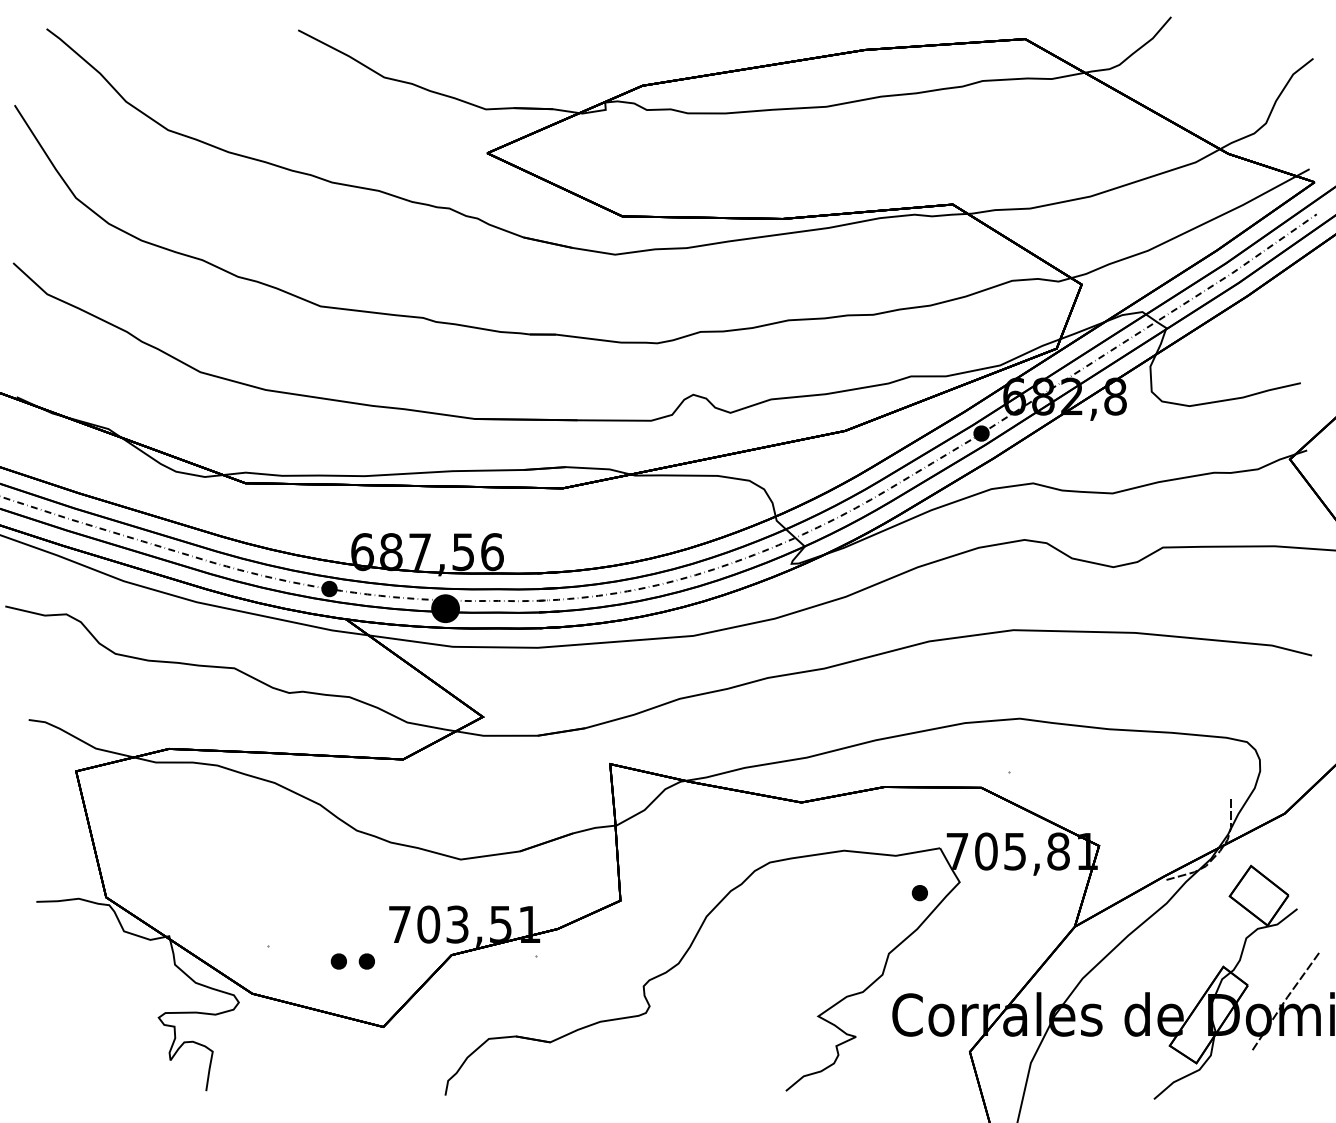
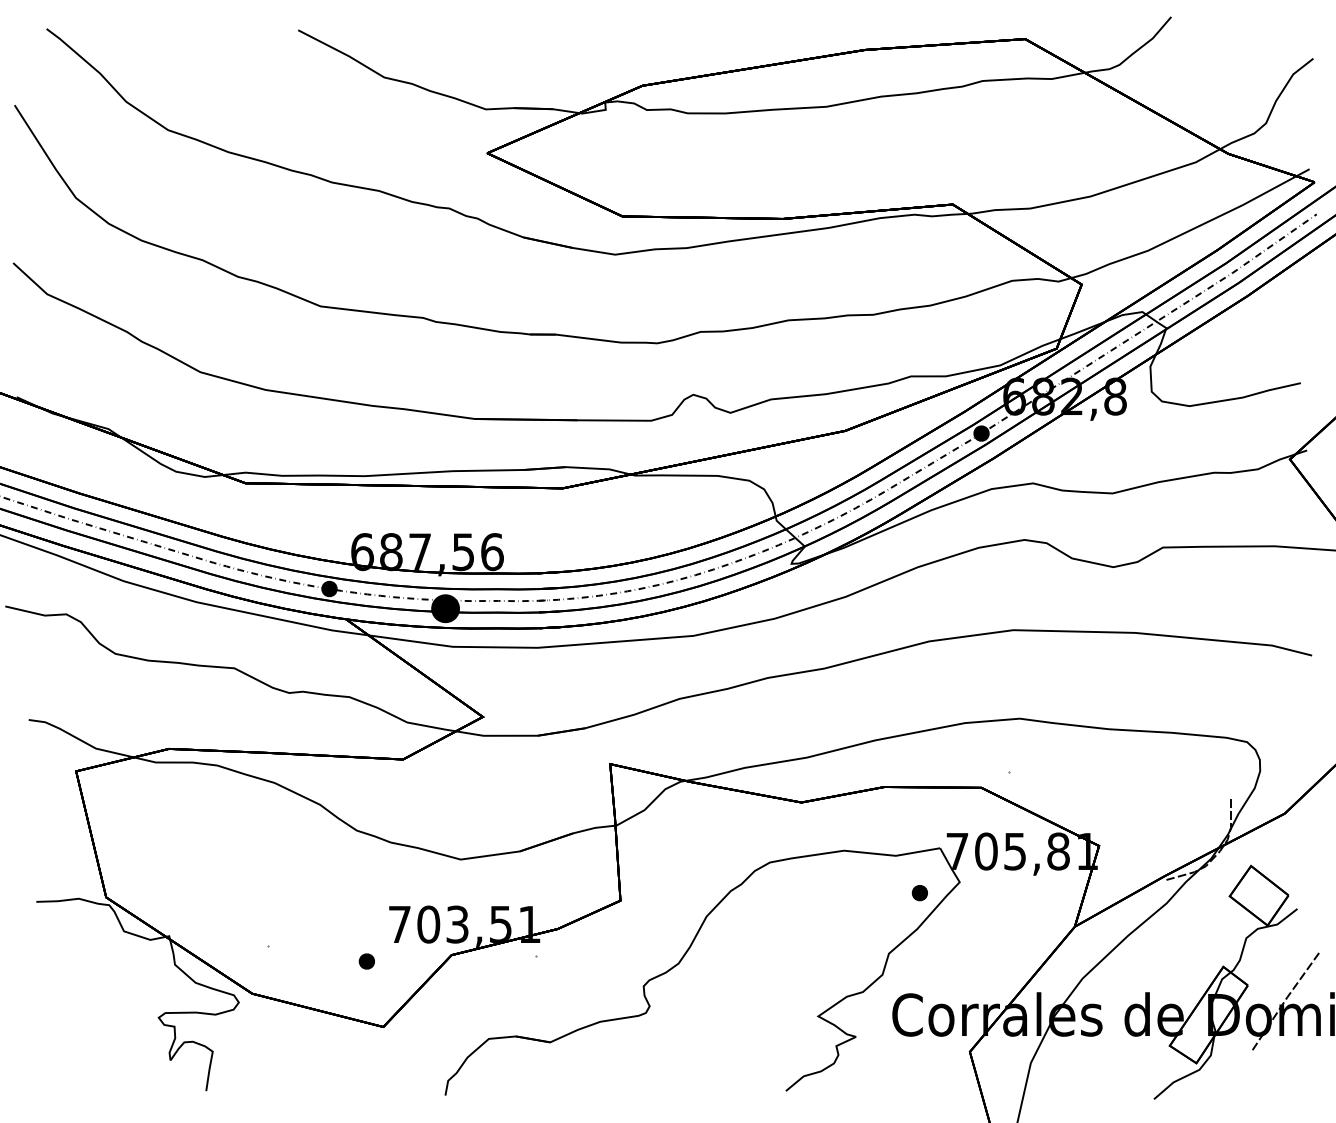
part at (338, 961): present -> none
